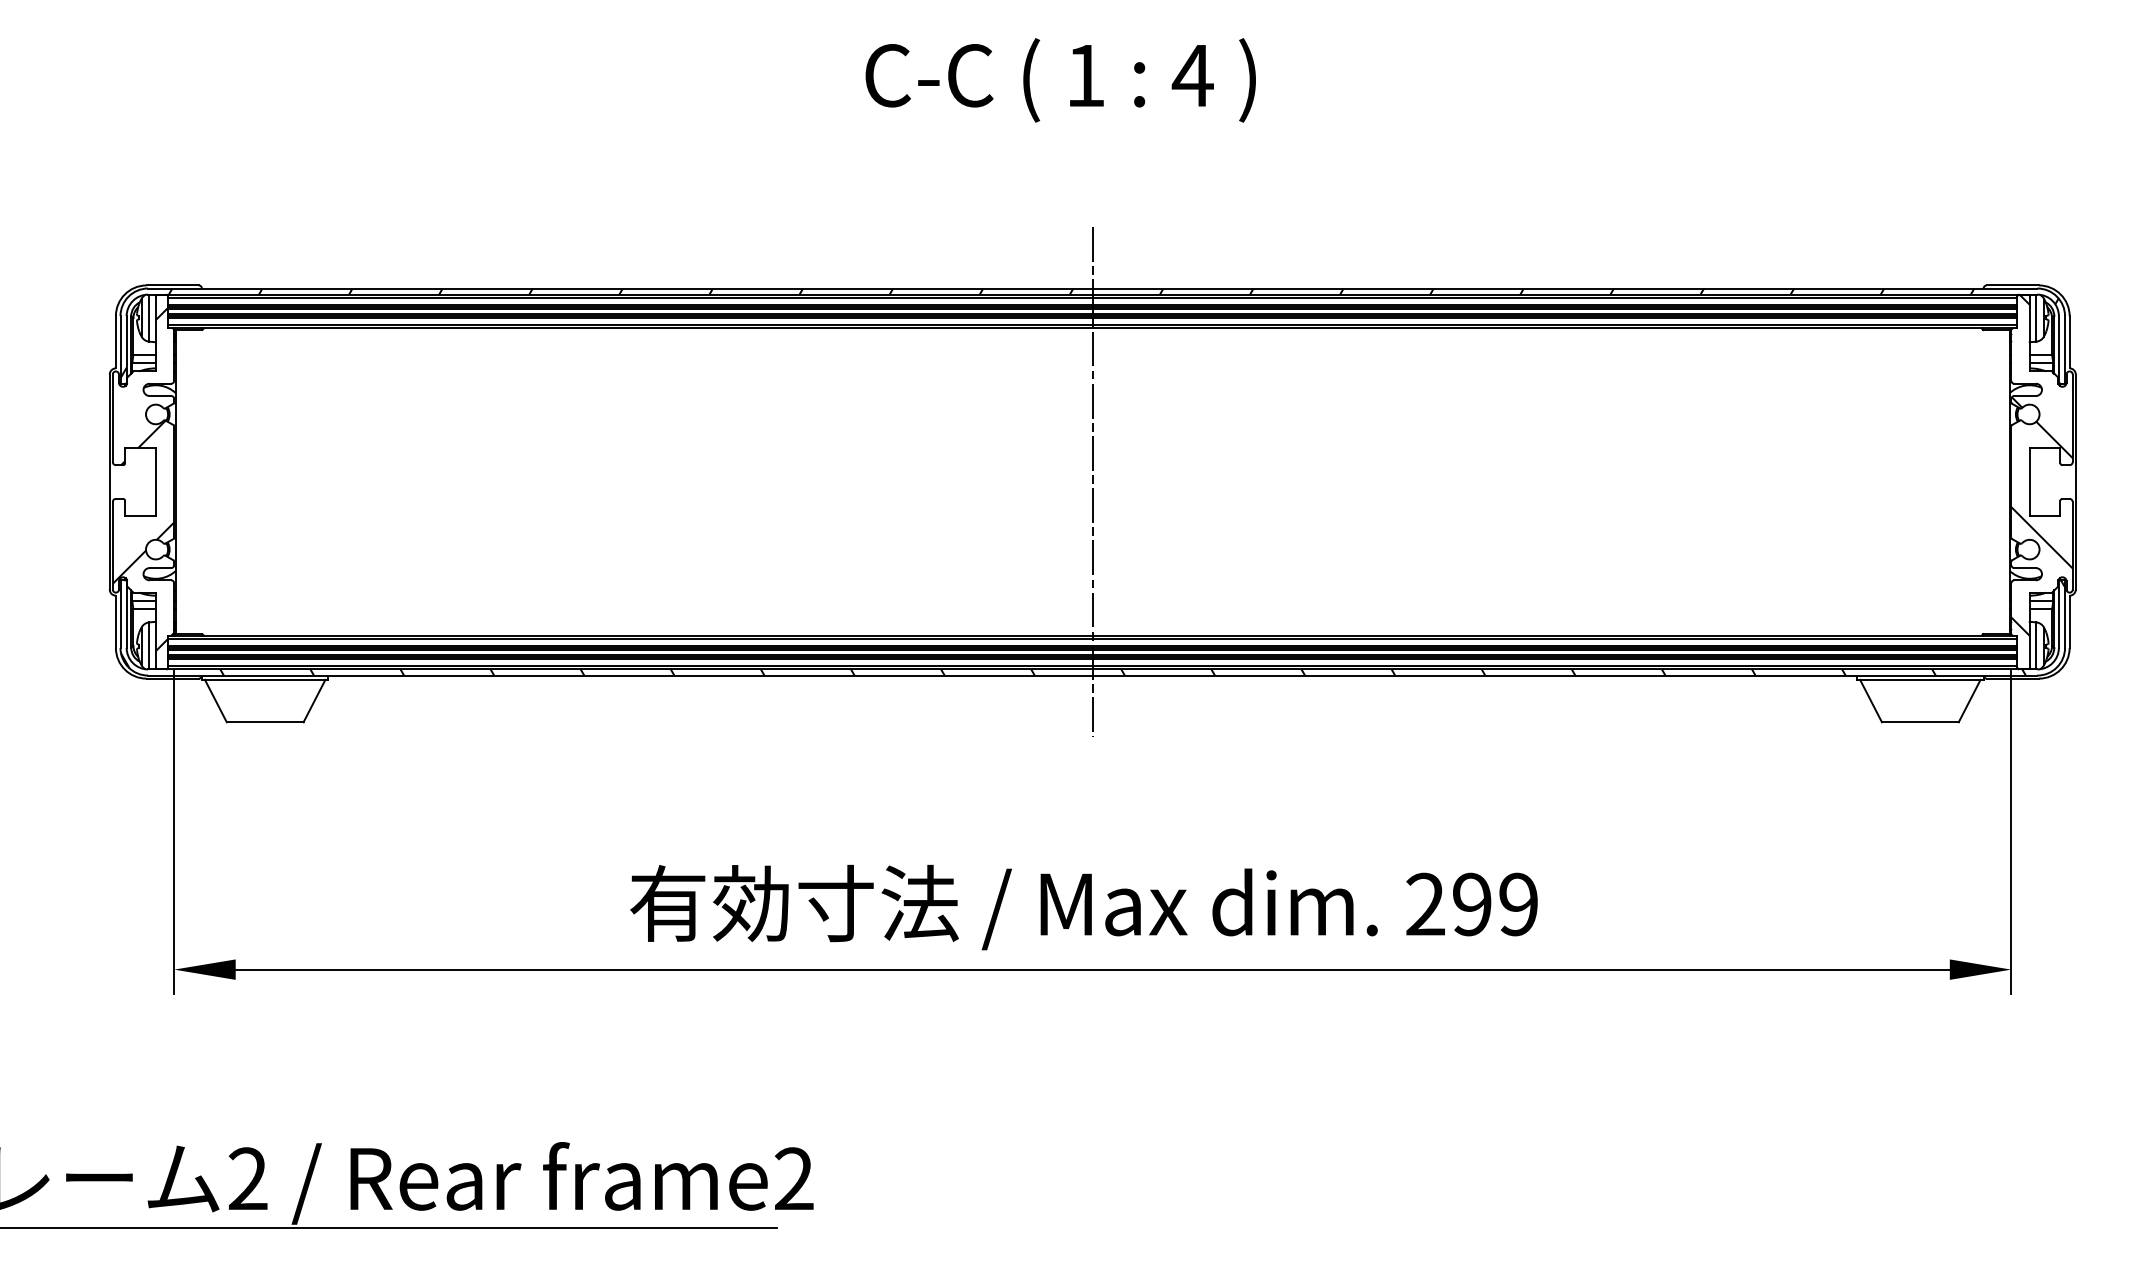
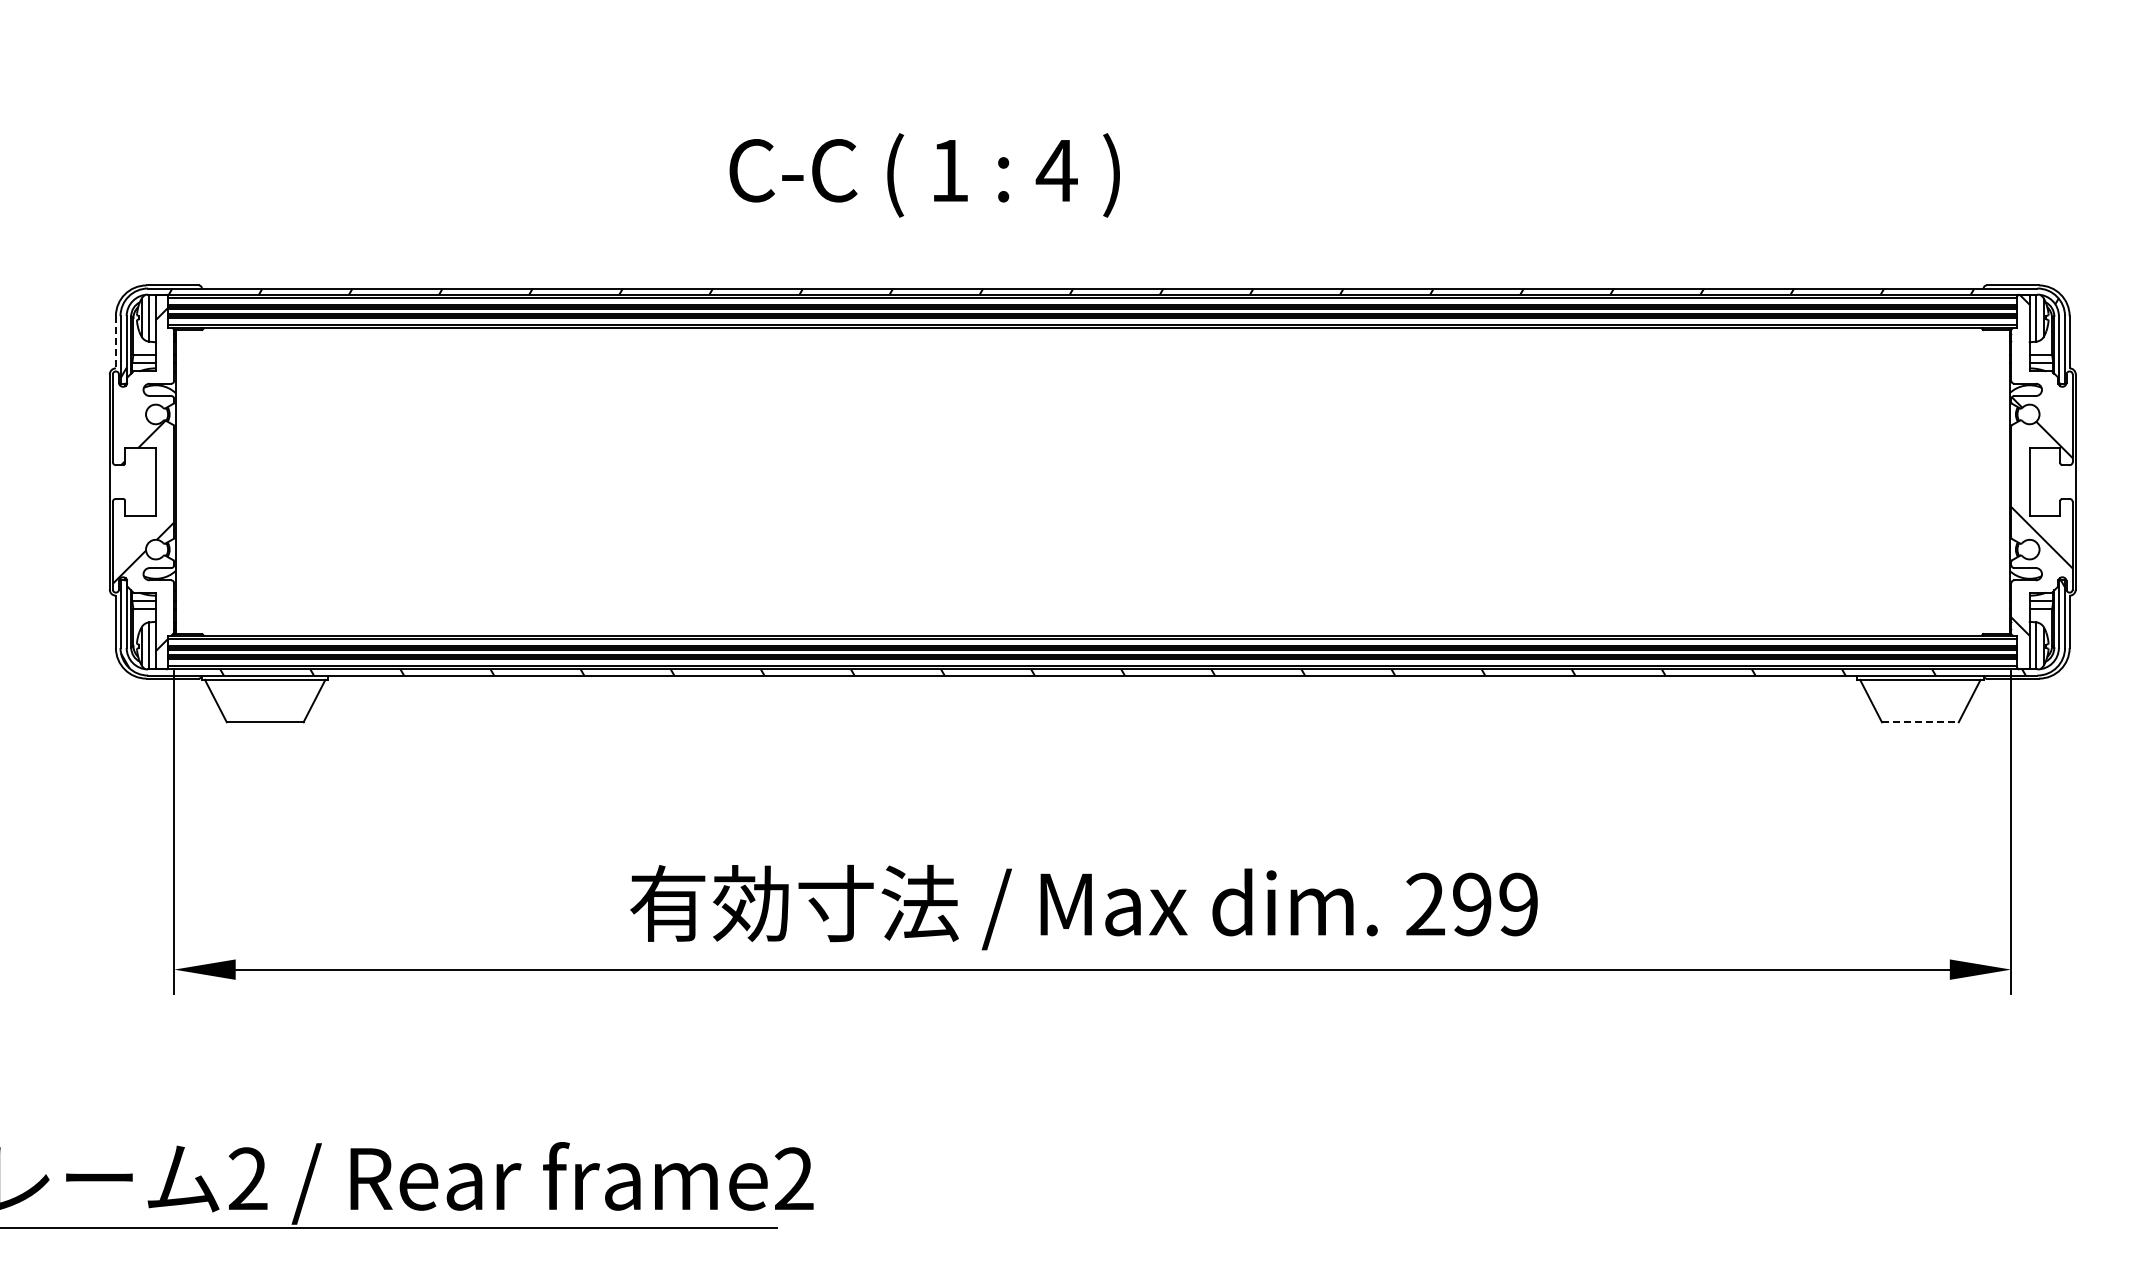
text at (1060, 80) position: (1060, 80) -> (924, 175)
line at (115, 342): solid -> dashed
line at (1092, 482): present -> none
line at (1920, 722): solid -> dashed
